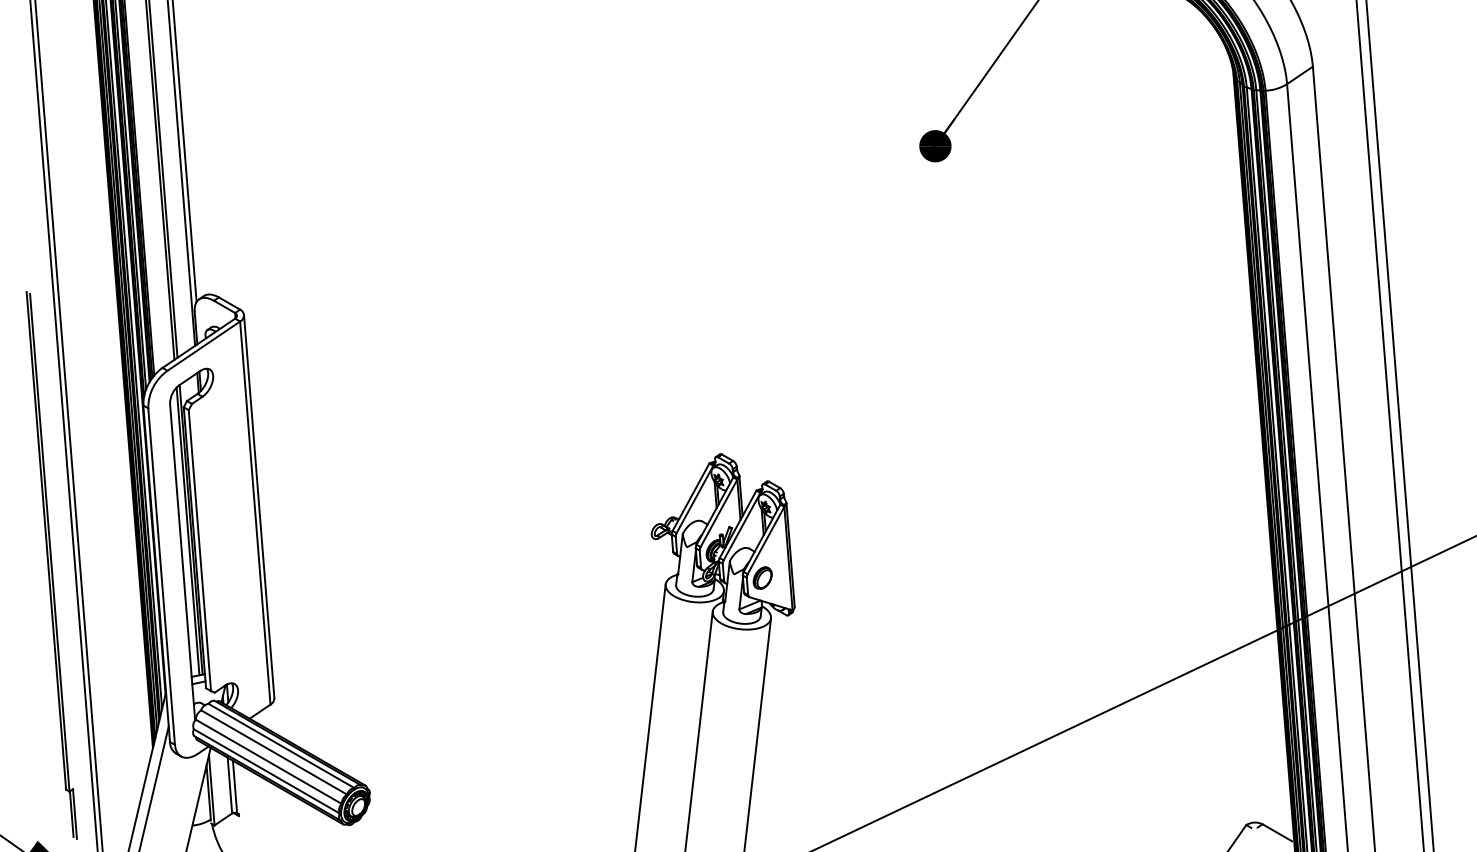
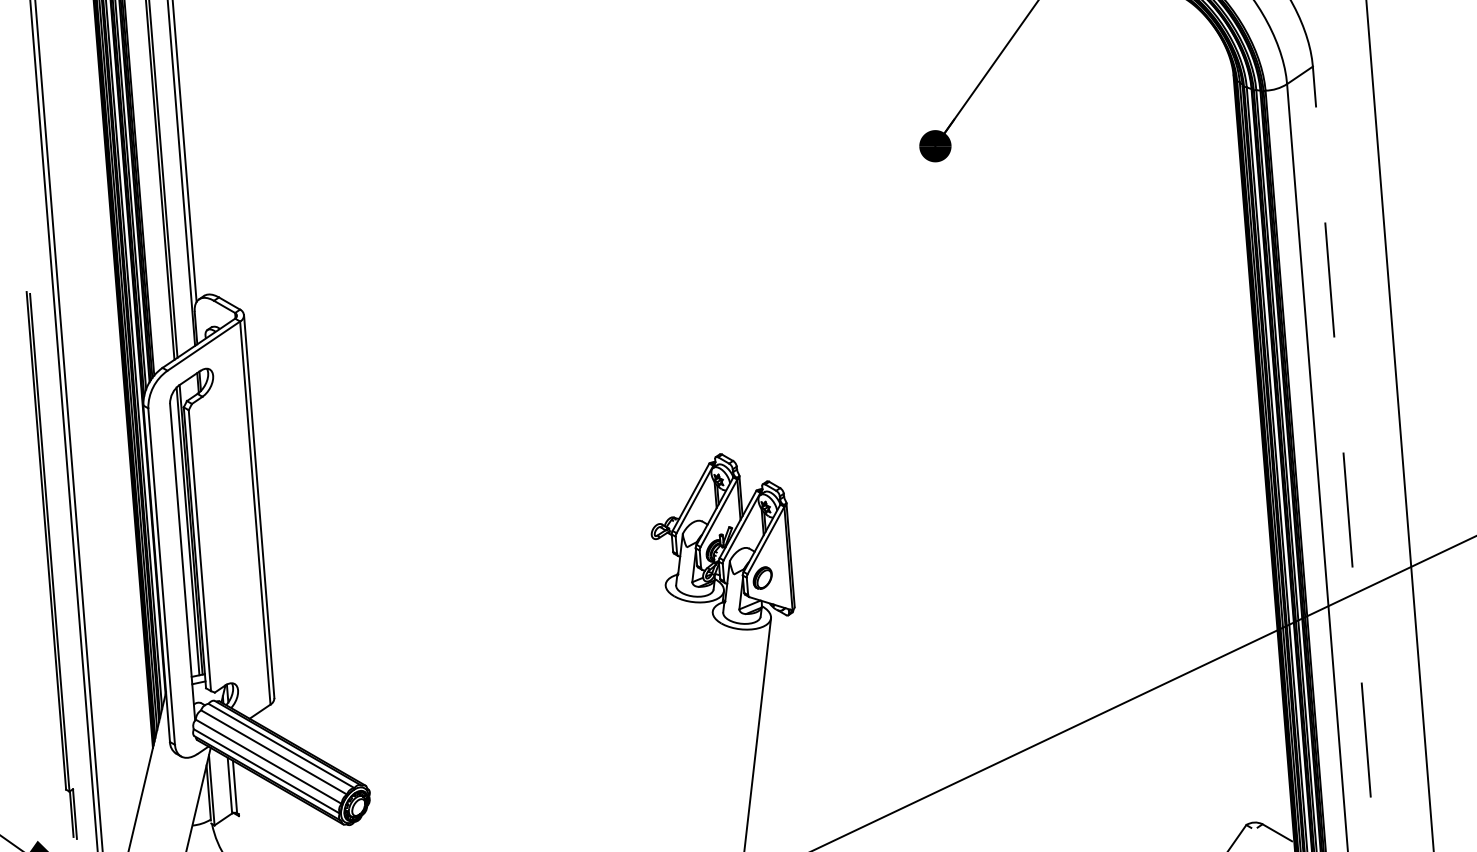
line at (1389, 425): present -> none
line at (1344, 459): solid -> dashed
line at (650, 716): present -> none
line at (698, 729): present -> none
line at (154, 787): present -> none
